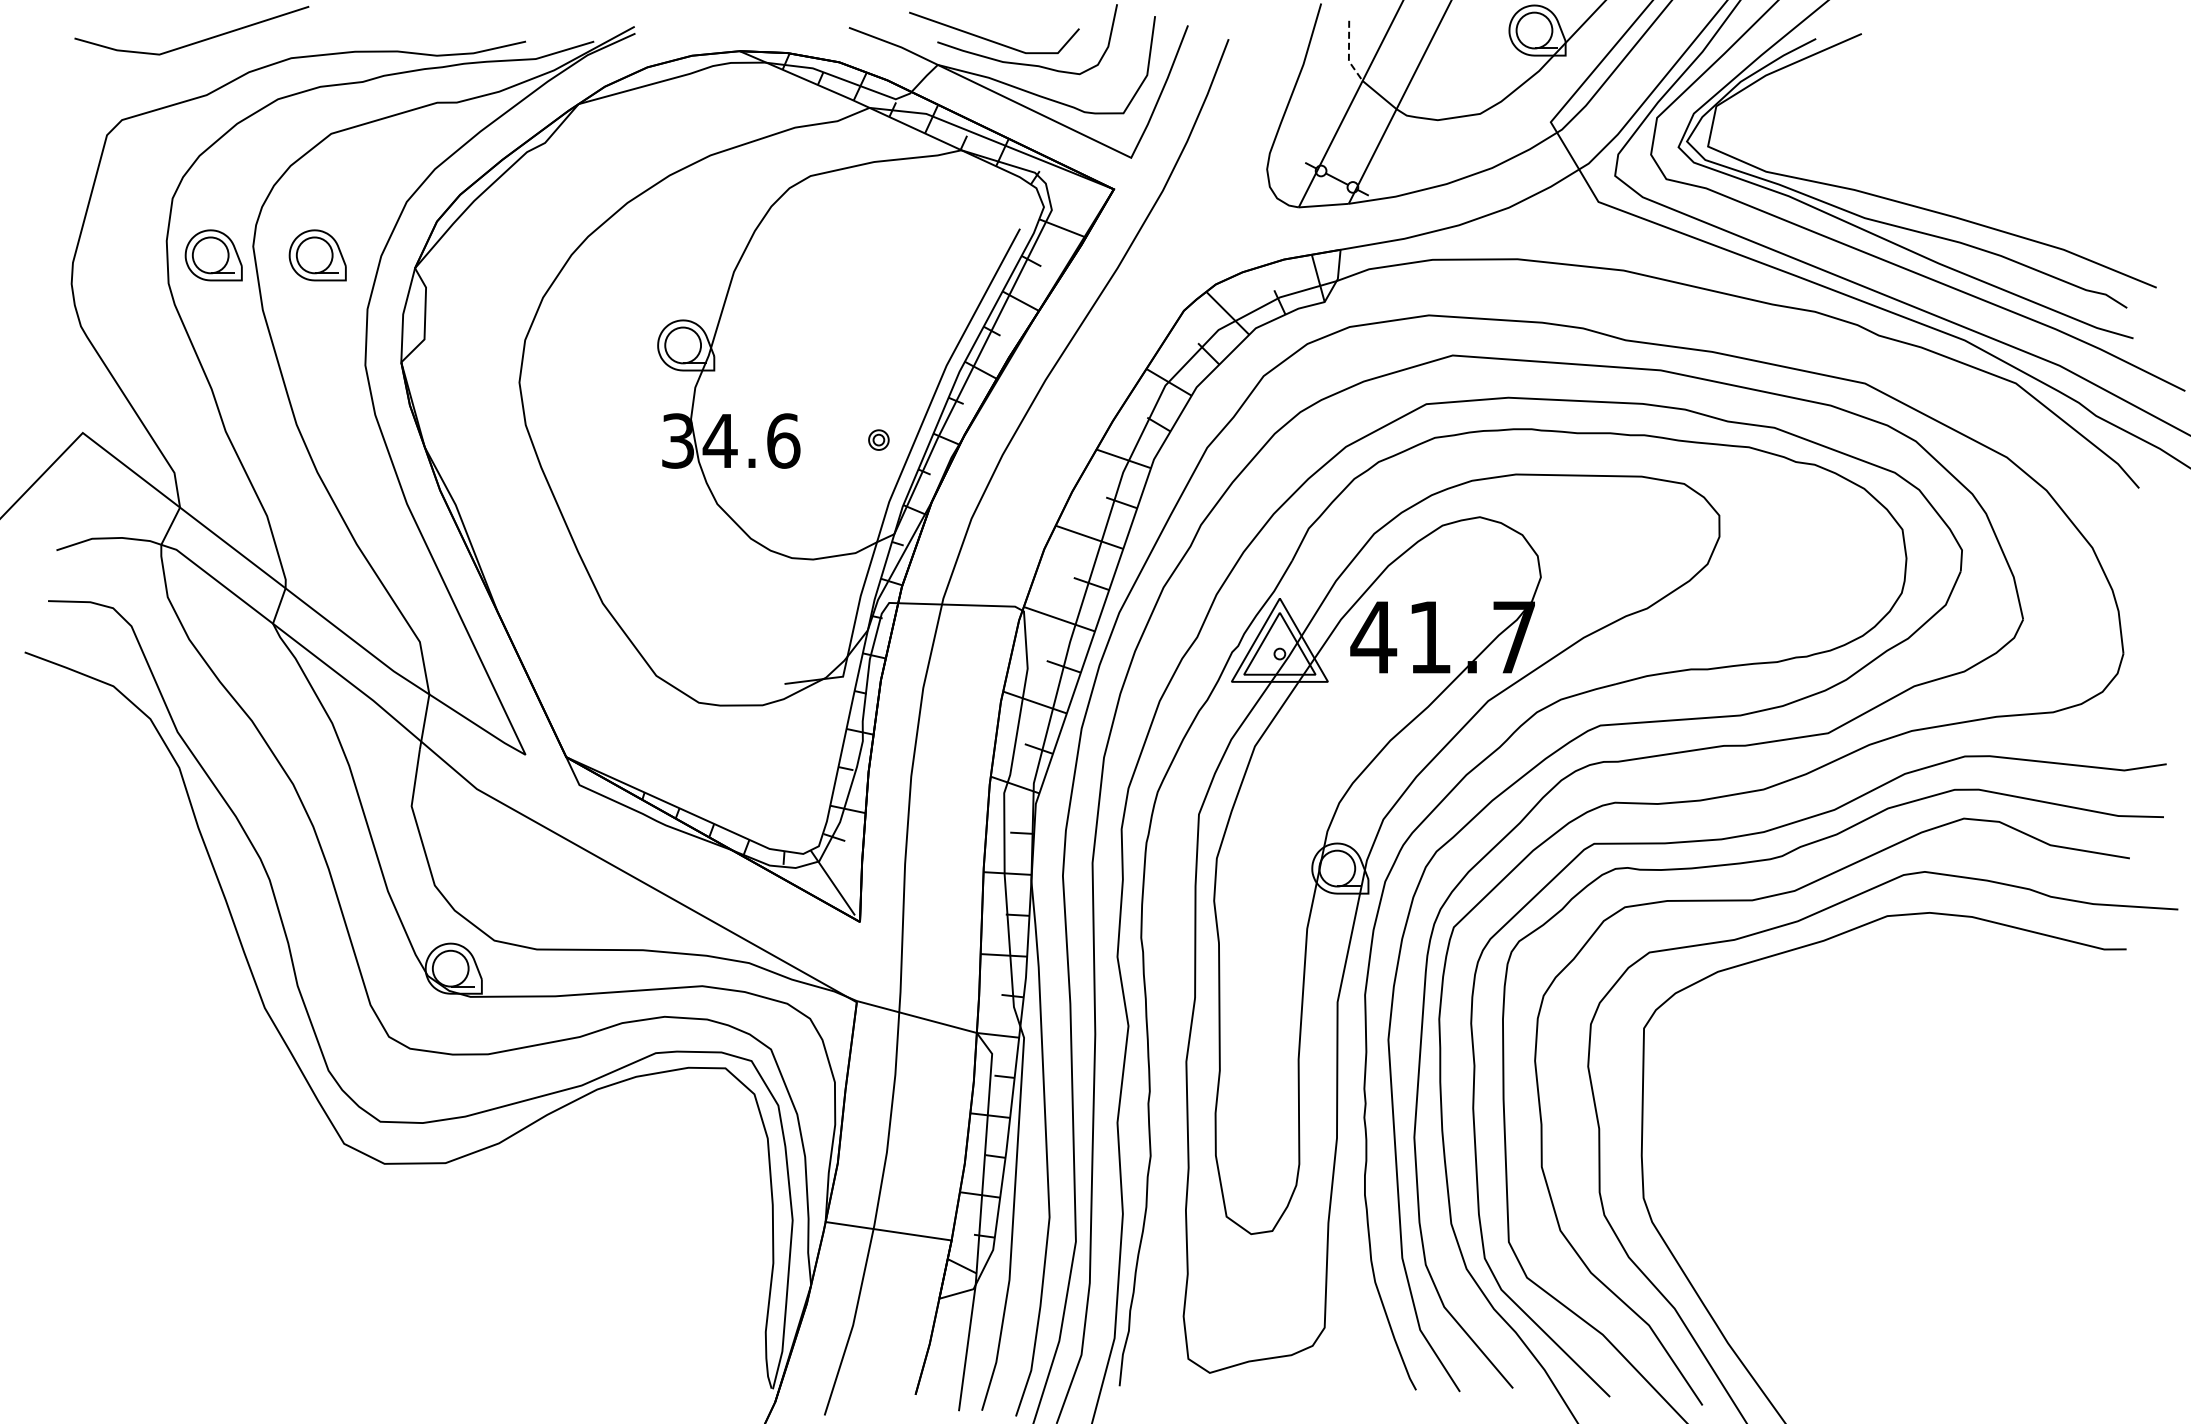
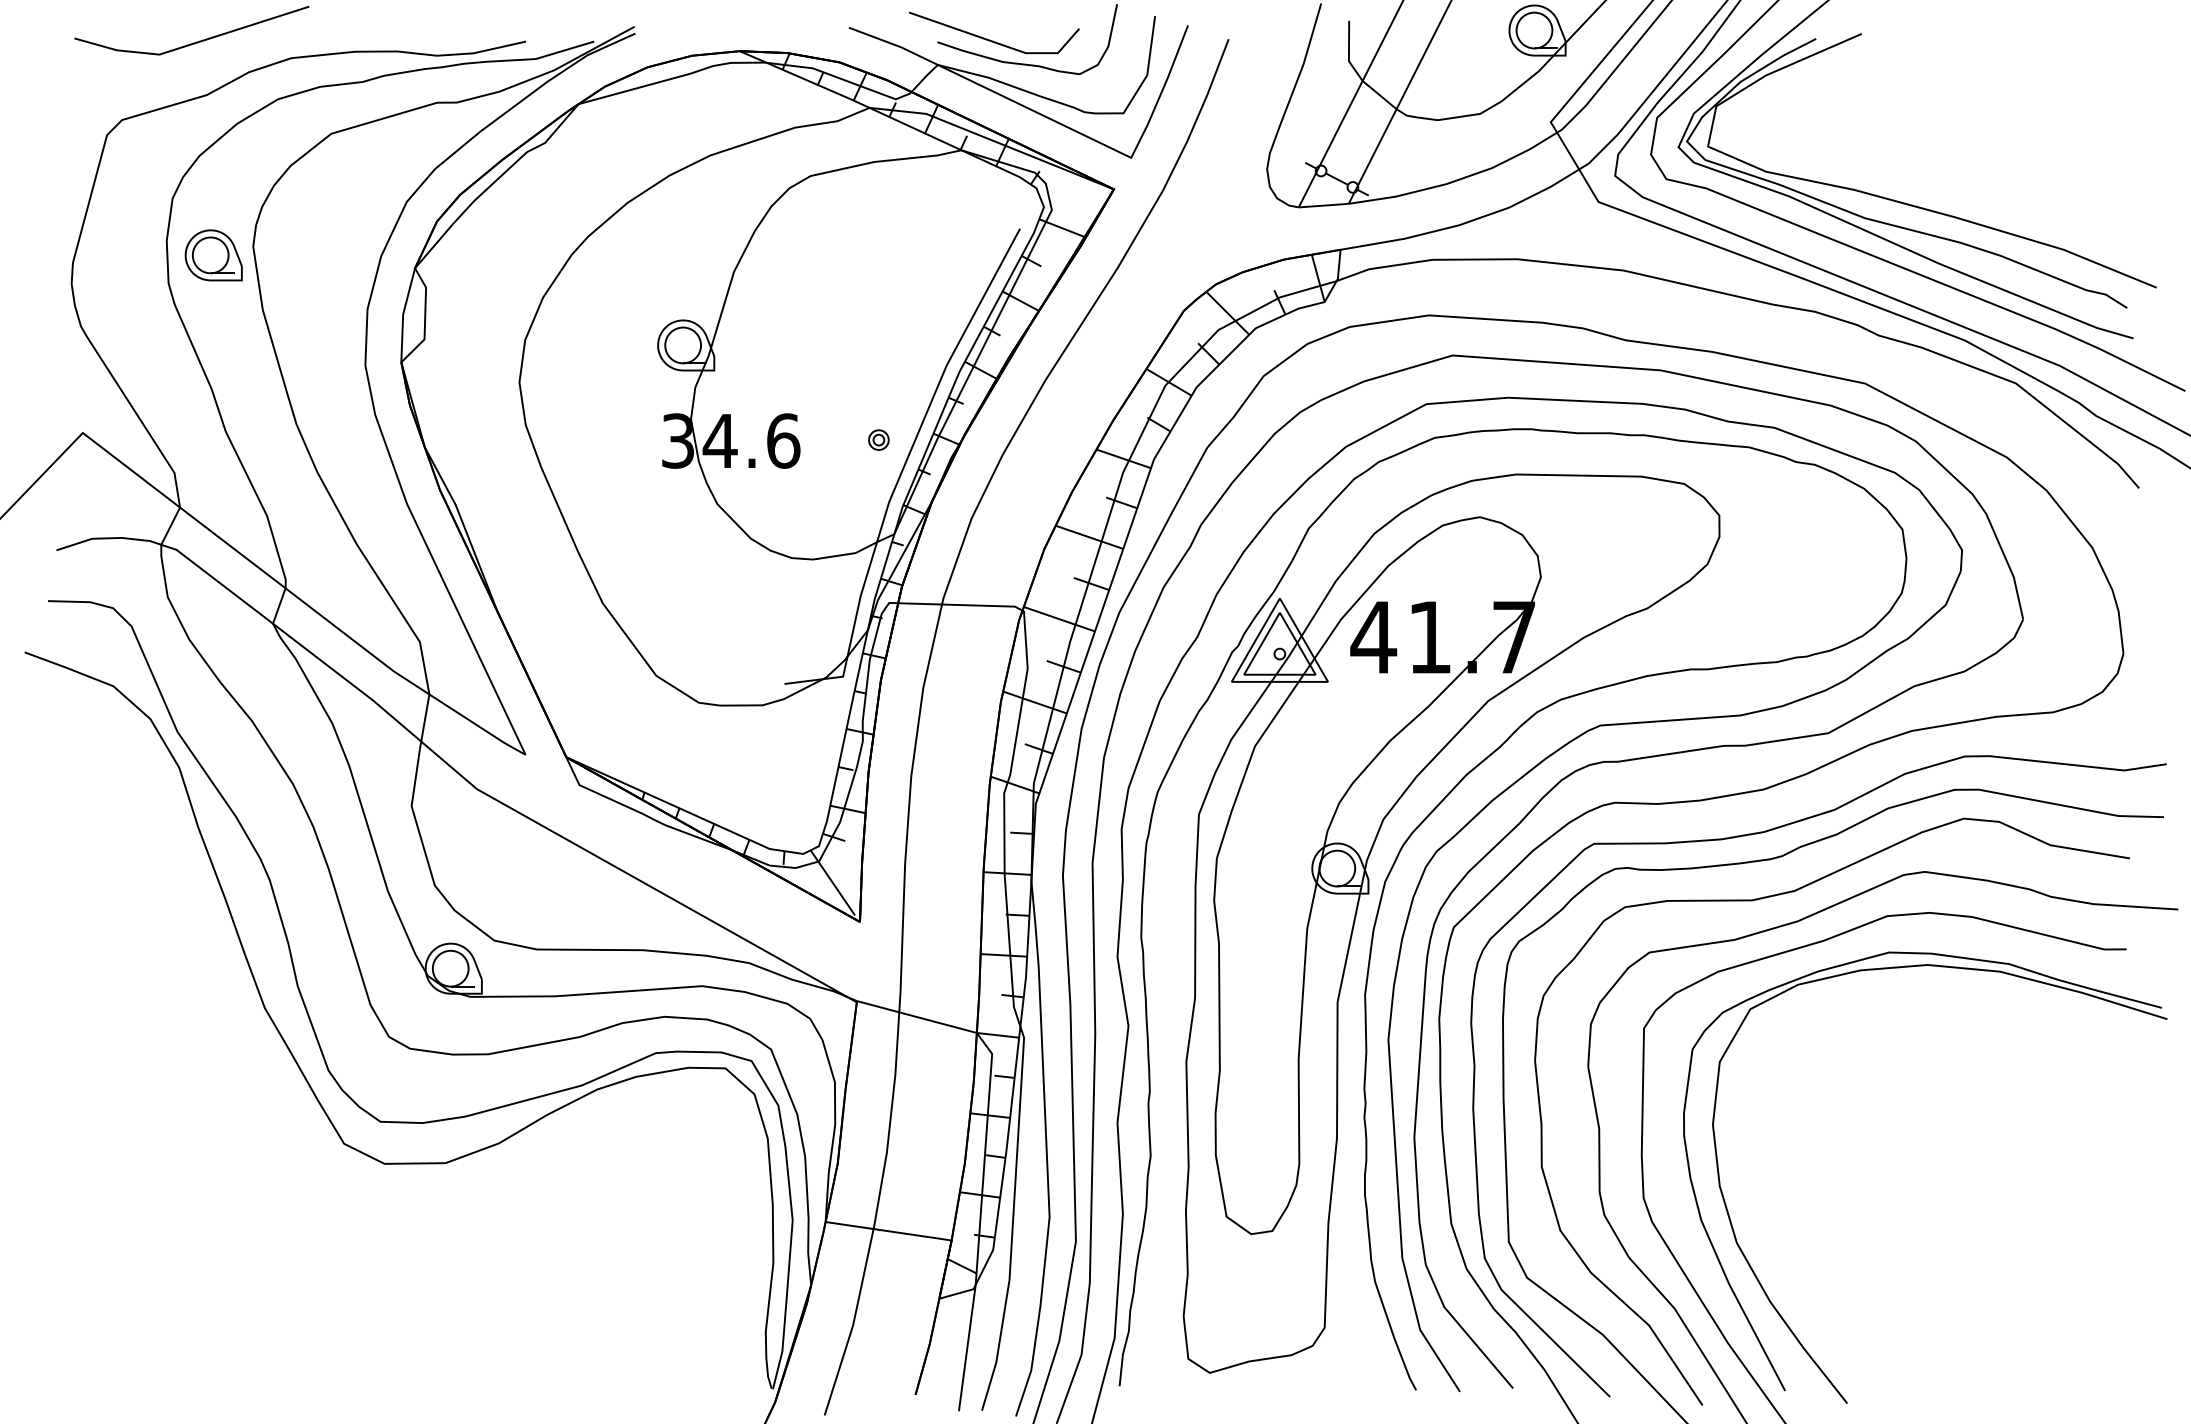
line at (1348, 54): dashed -> solid
part at (317, 255): present -> none
part at (1754, 1271): none -> present
